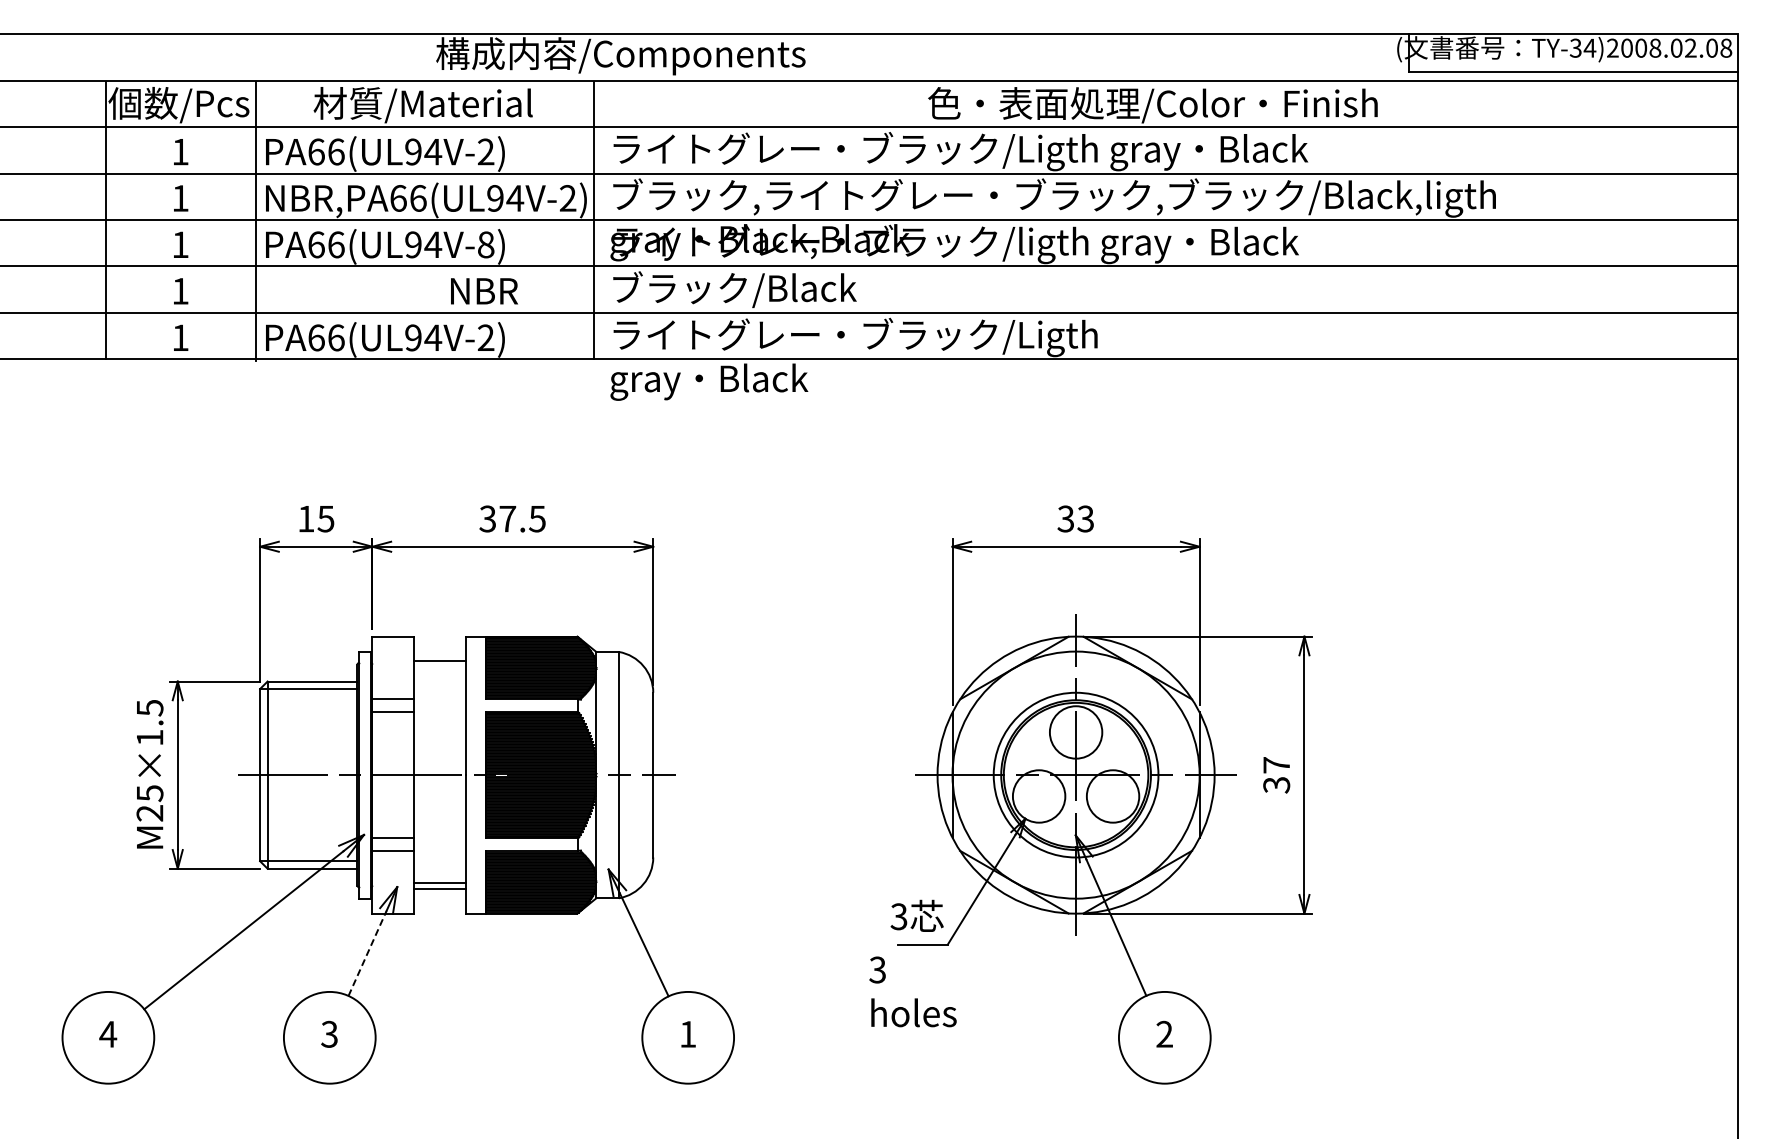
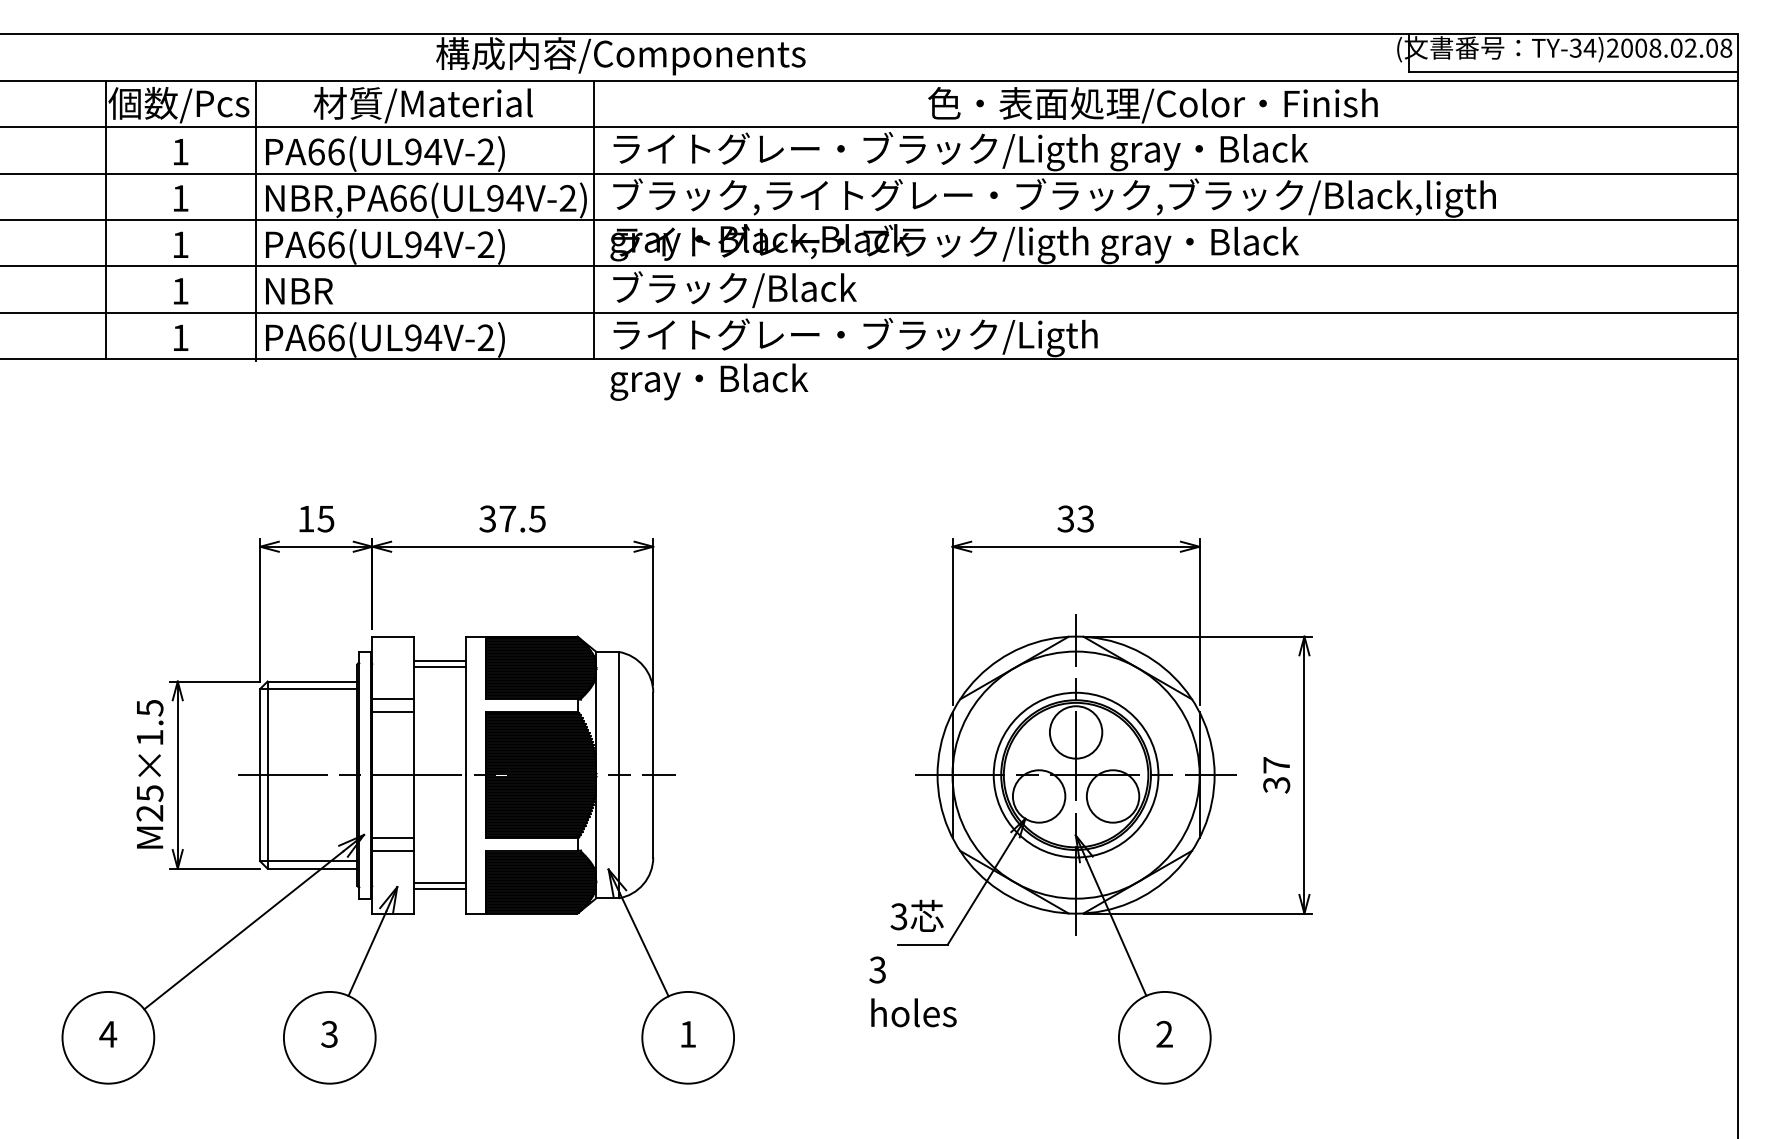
text at (485, 244): PA66(UL94V-8) -> PA66(UL94V-2)
text at (484, 291) position: (484, 291) -> (299, 291)
line at (440, 666): none -> present
line at (367, 953): dashed -> solid
